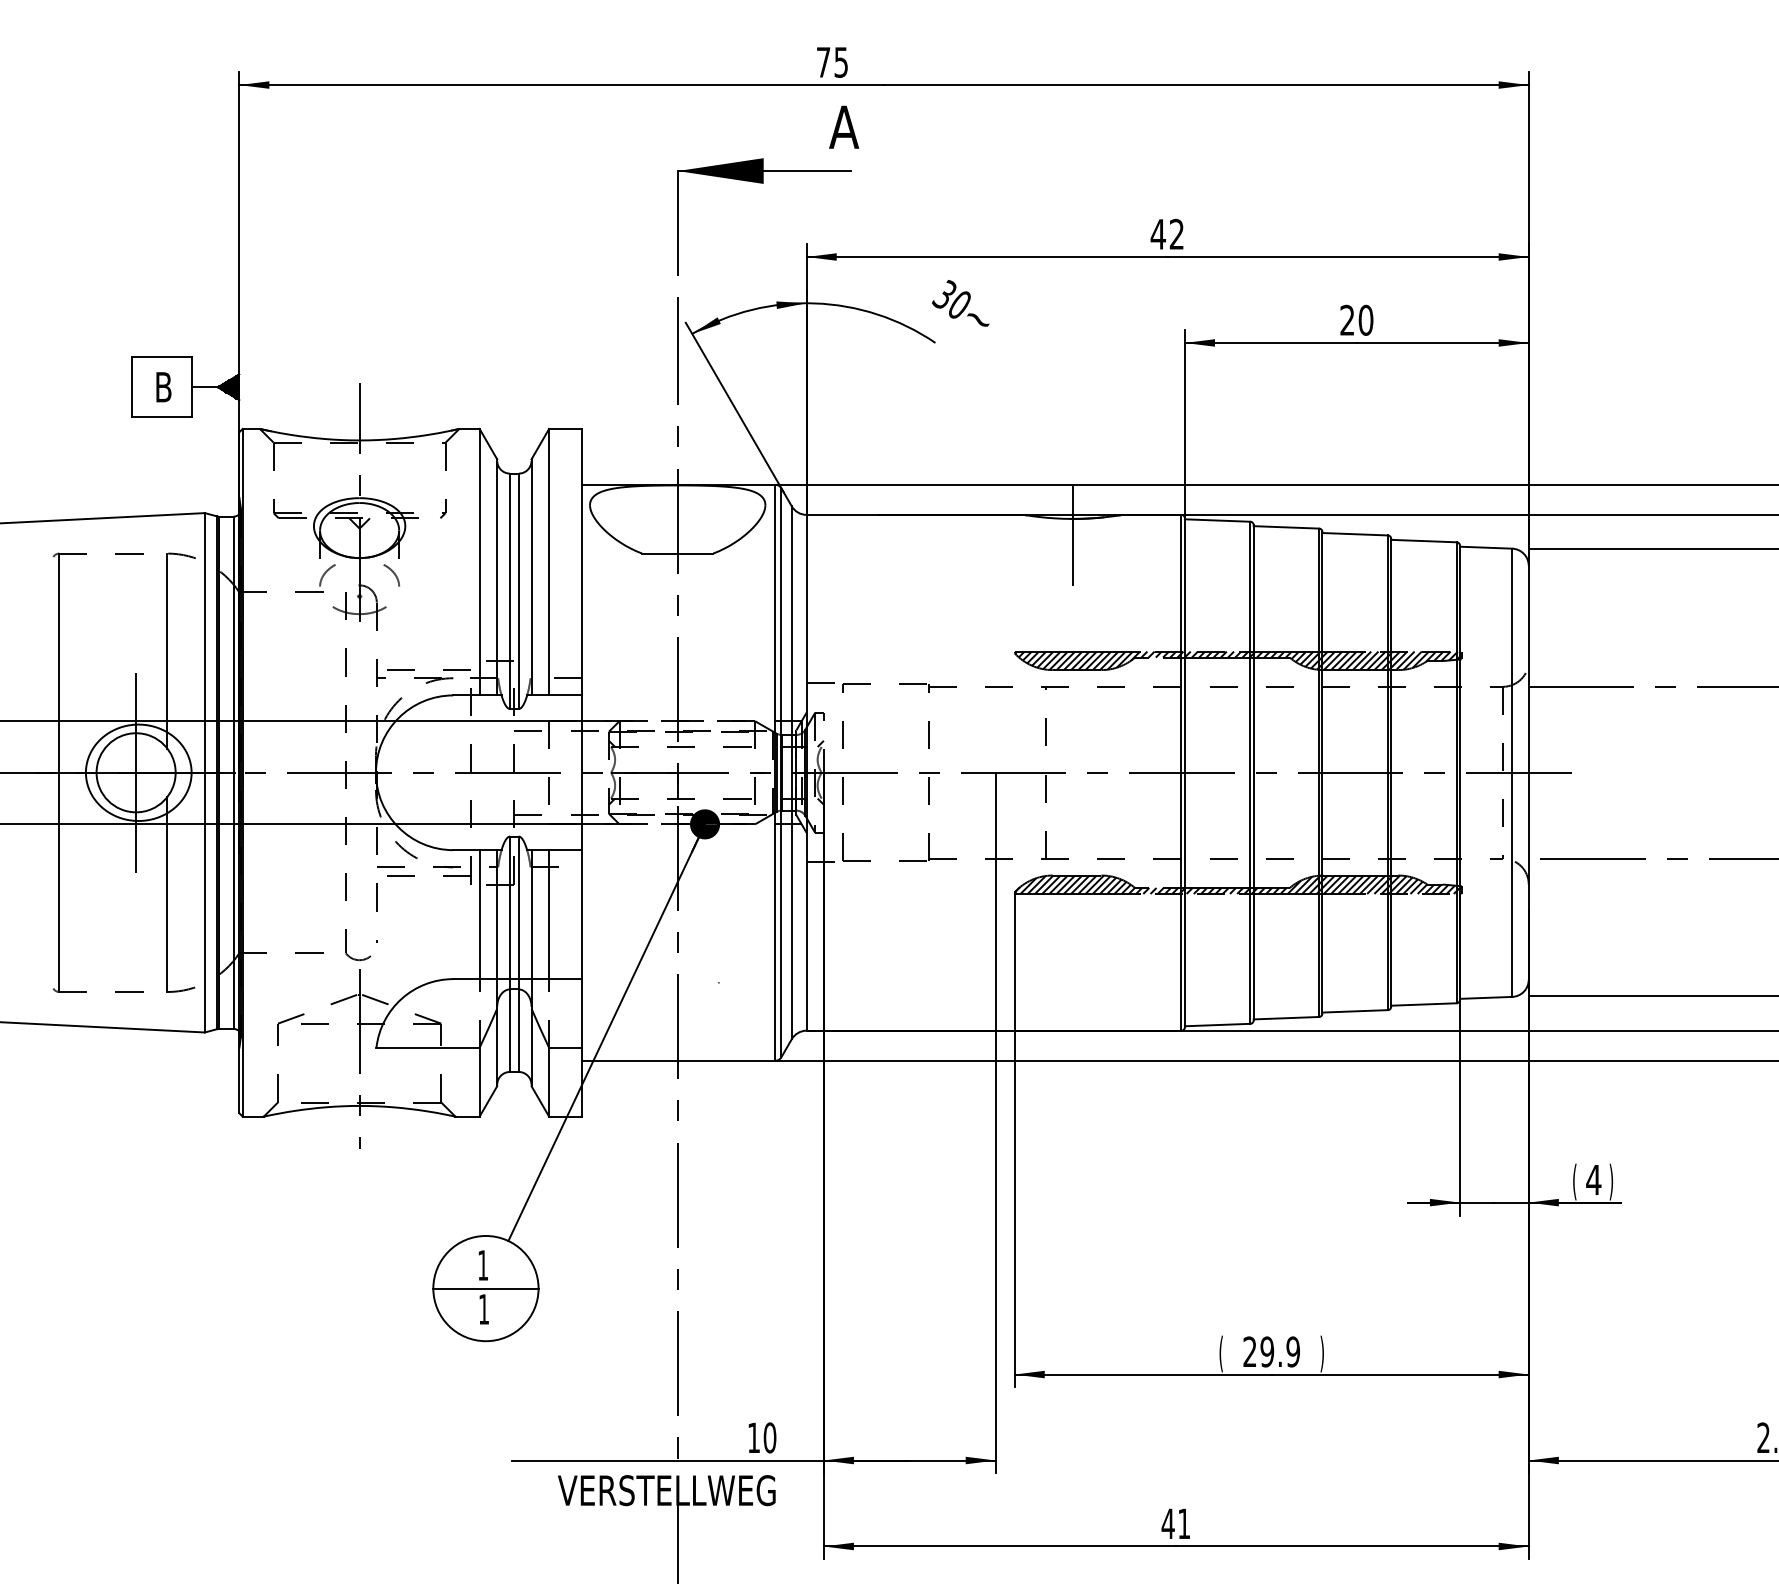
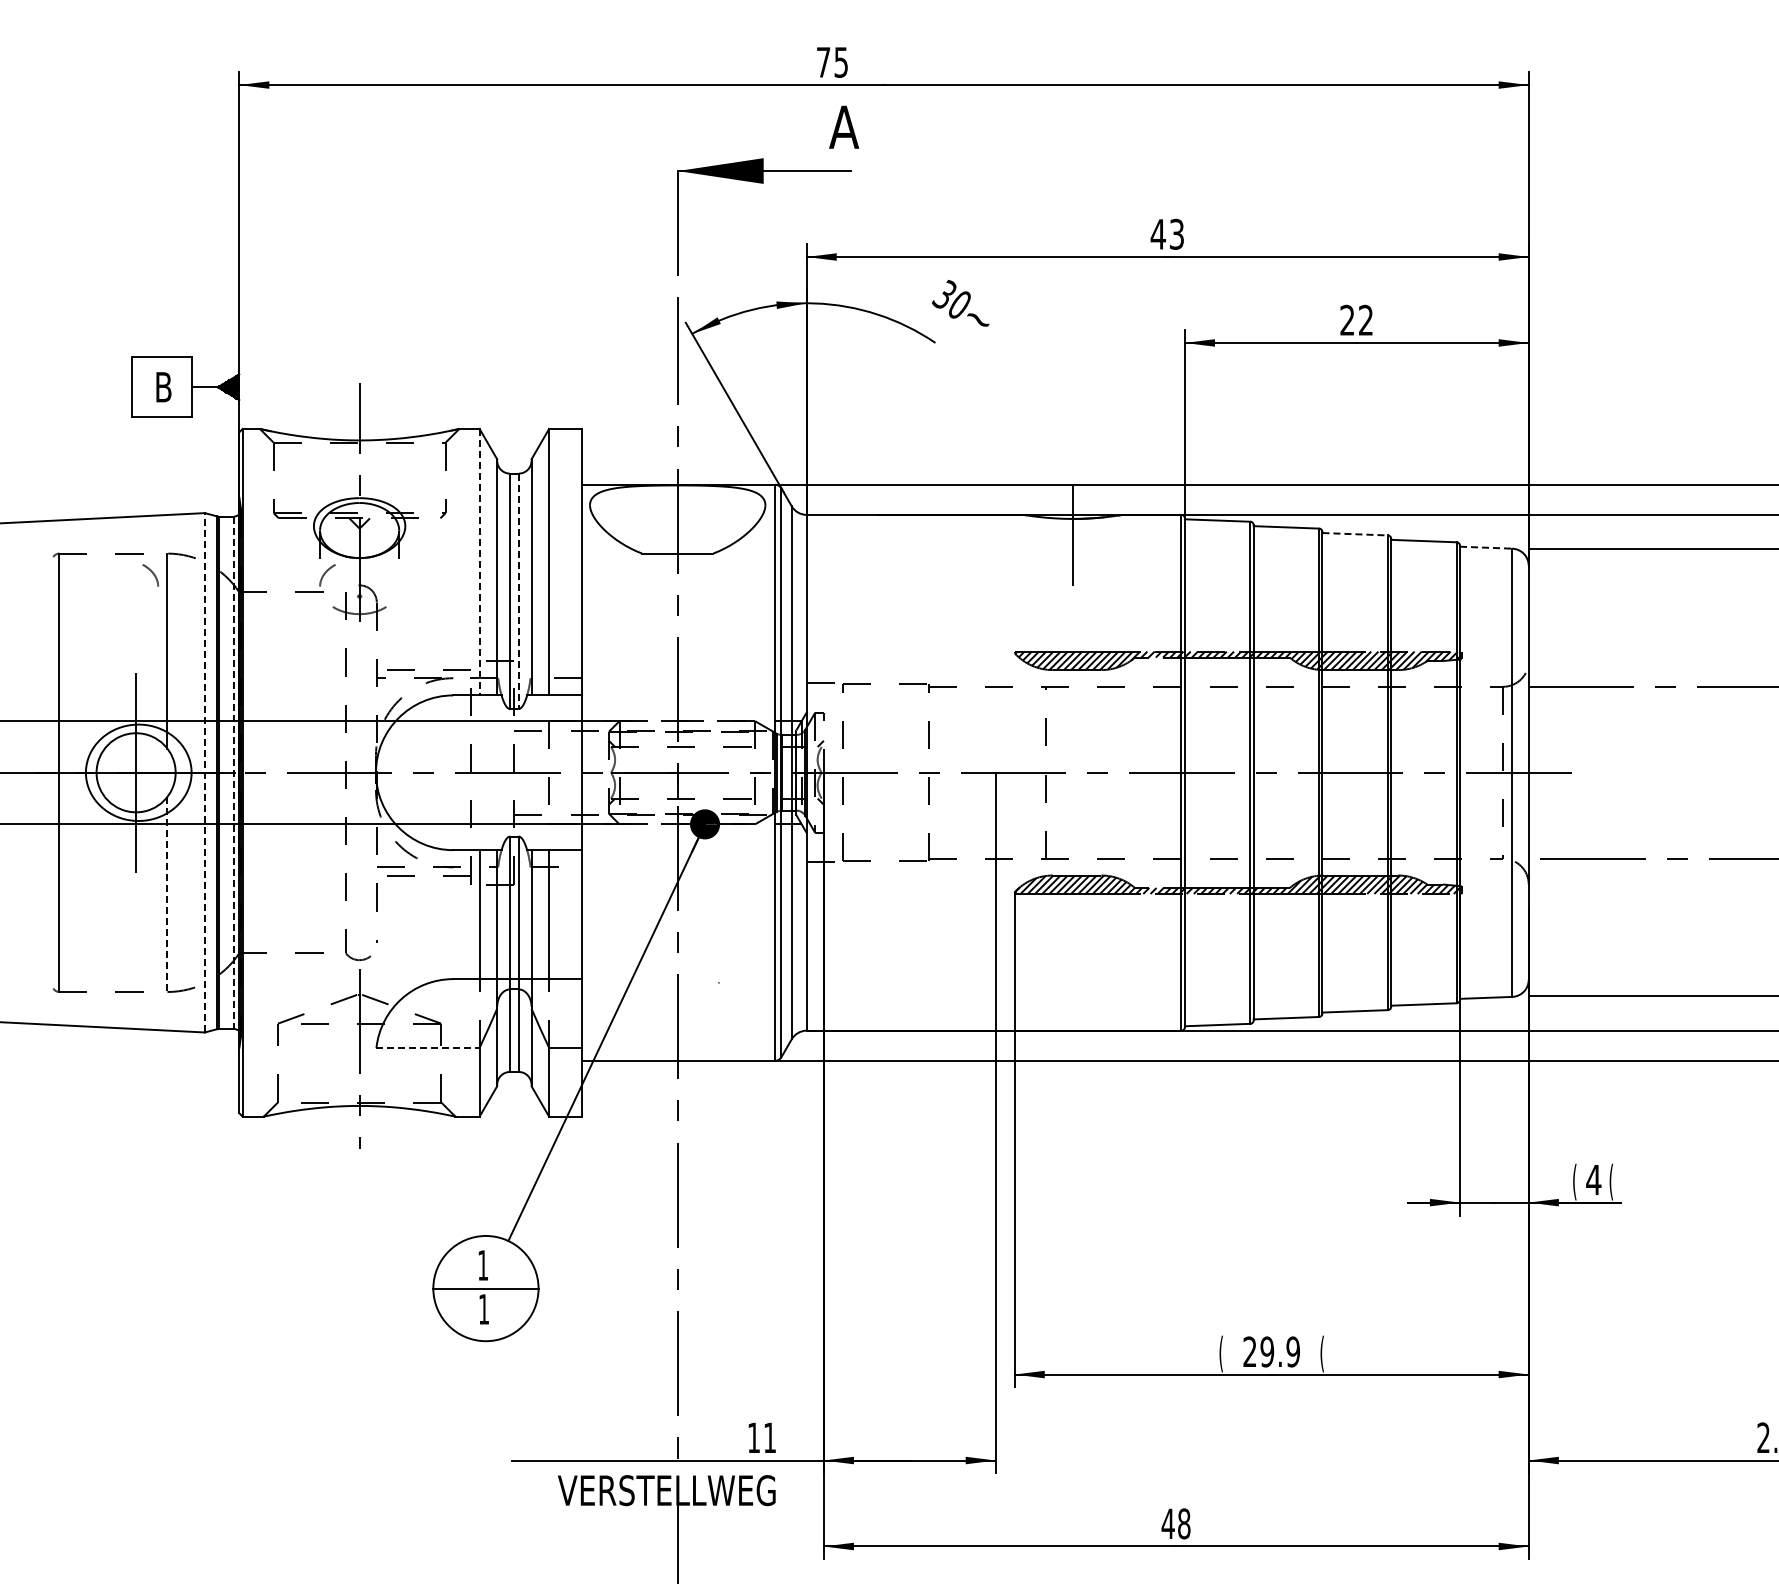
text at (1176, 234): 42 -> 43
text at (1365, 319): 20 -> 22
line at (1355, 534): solid -> dashed
line at (1486, 547): solid -> dashed
line at (479, 562): solid -> dashed
curve at (393, 573) position: (393, 573) -> (152, 573)
line at (518, 591): solid -> dashed
line at (204, 772): solid -> dashed
line at (234, 773): solid -> dashed
line at (167, 894): solid -> dashed
line at (428, 1047): solid -> dashed
text at (1611, 1181): ) -> (
text at (1321, 1353): ) -> (
text at (769, 1437): 10 -> 11
text at (1184, 1523): 41 -> 48
